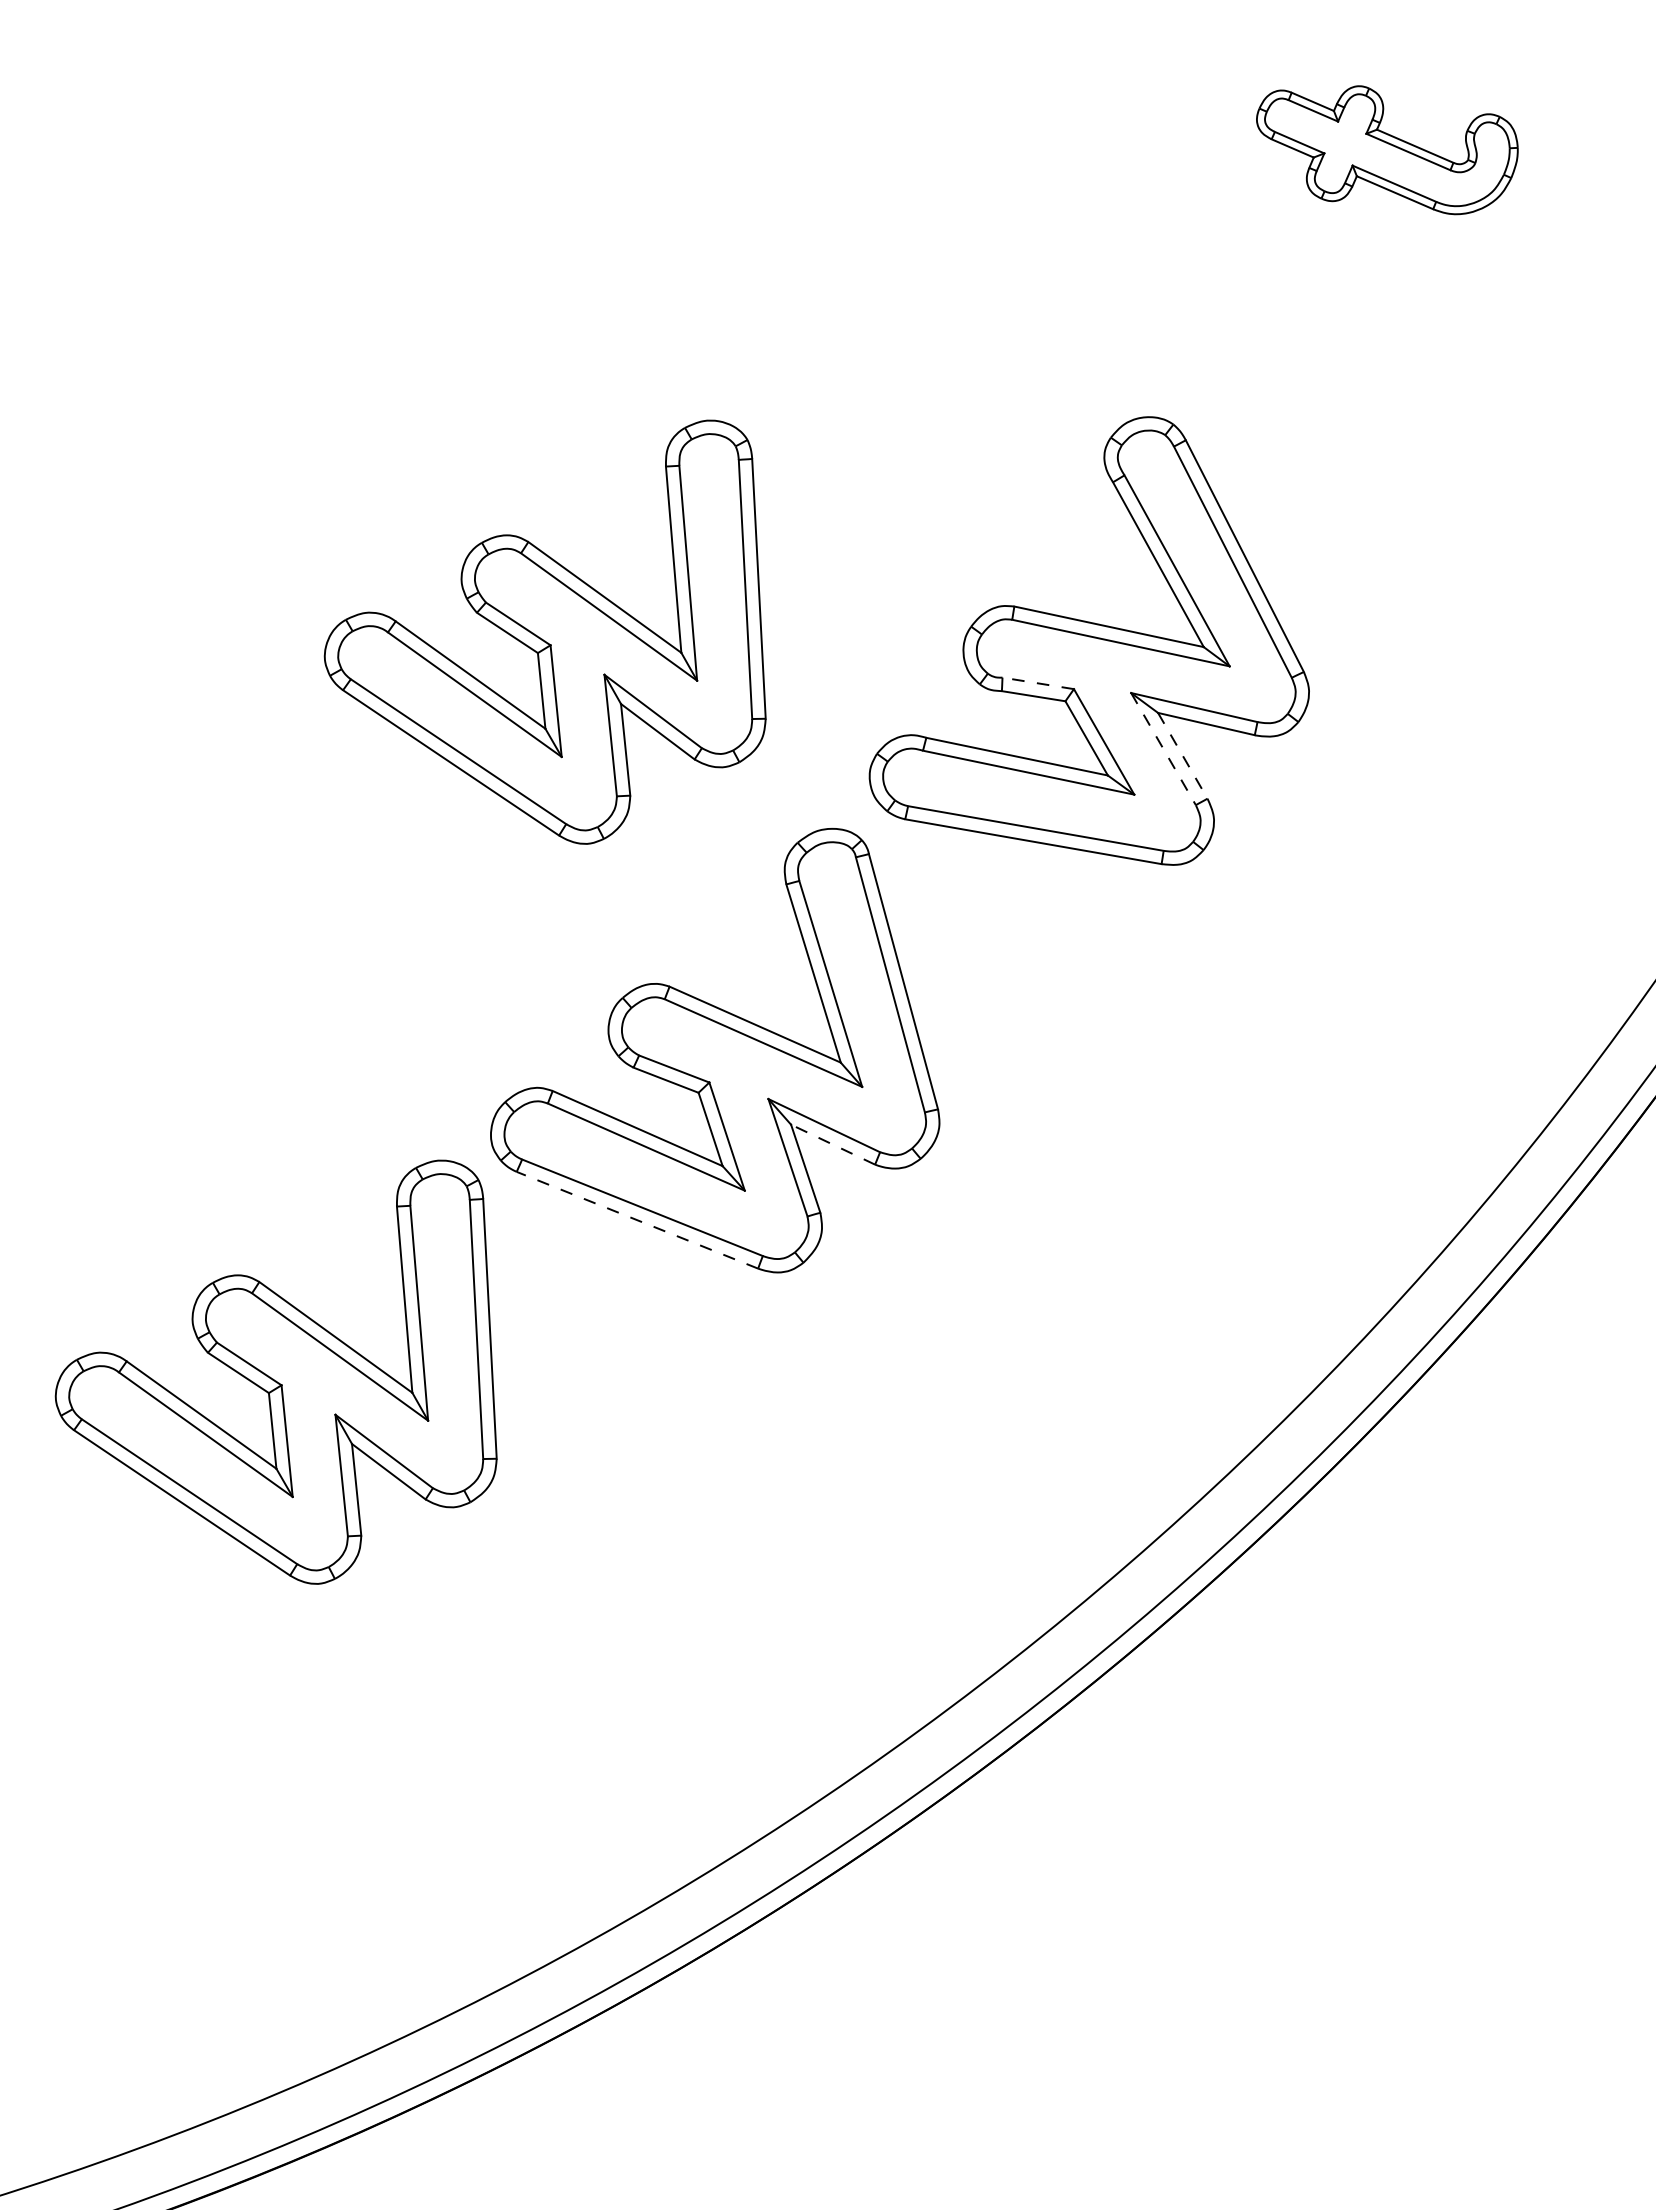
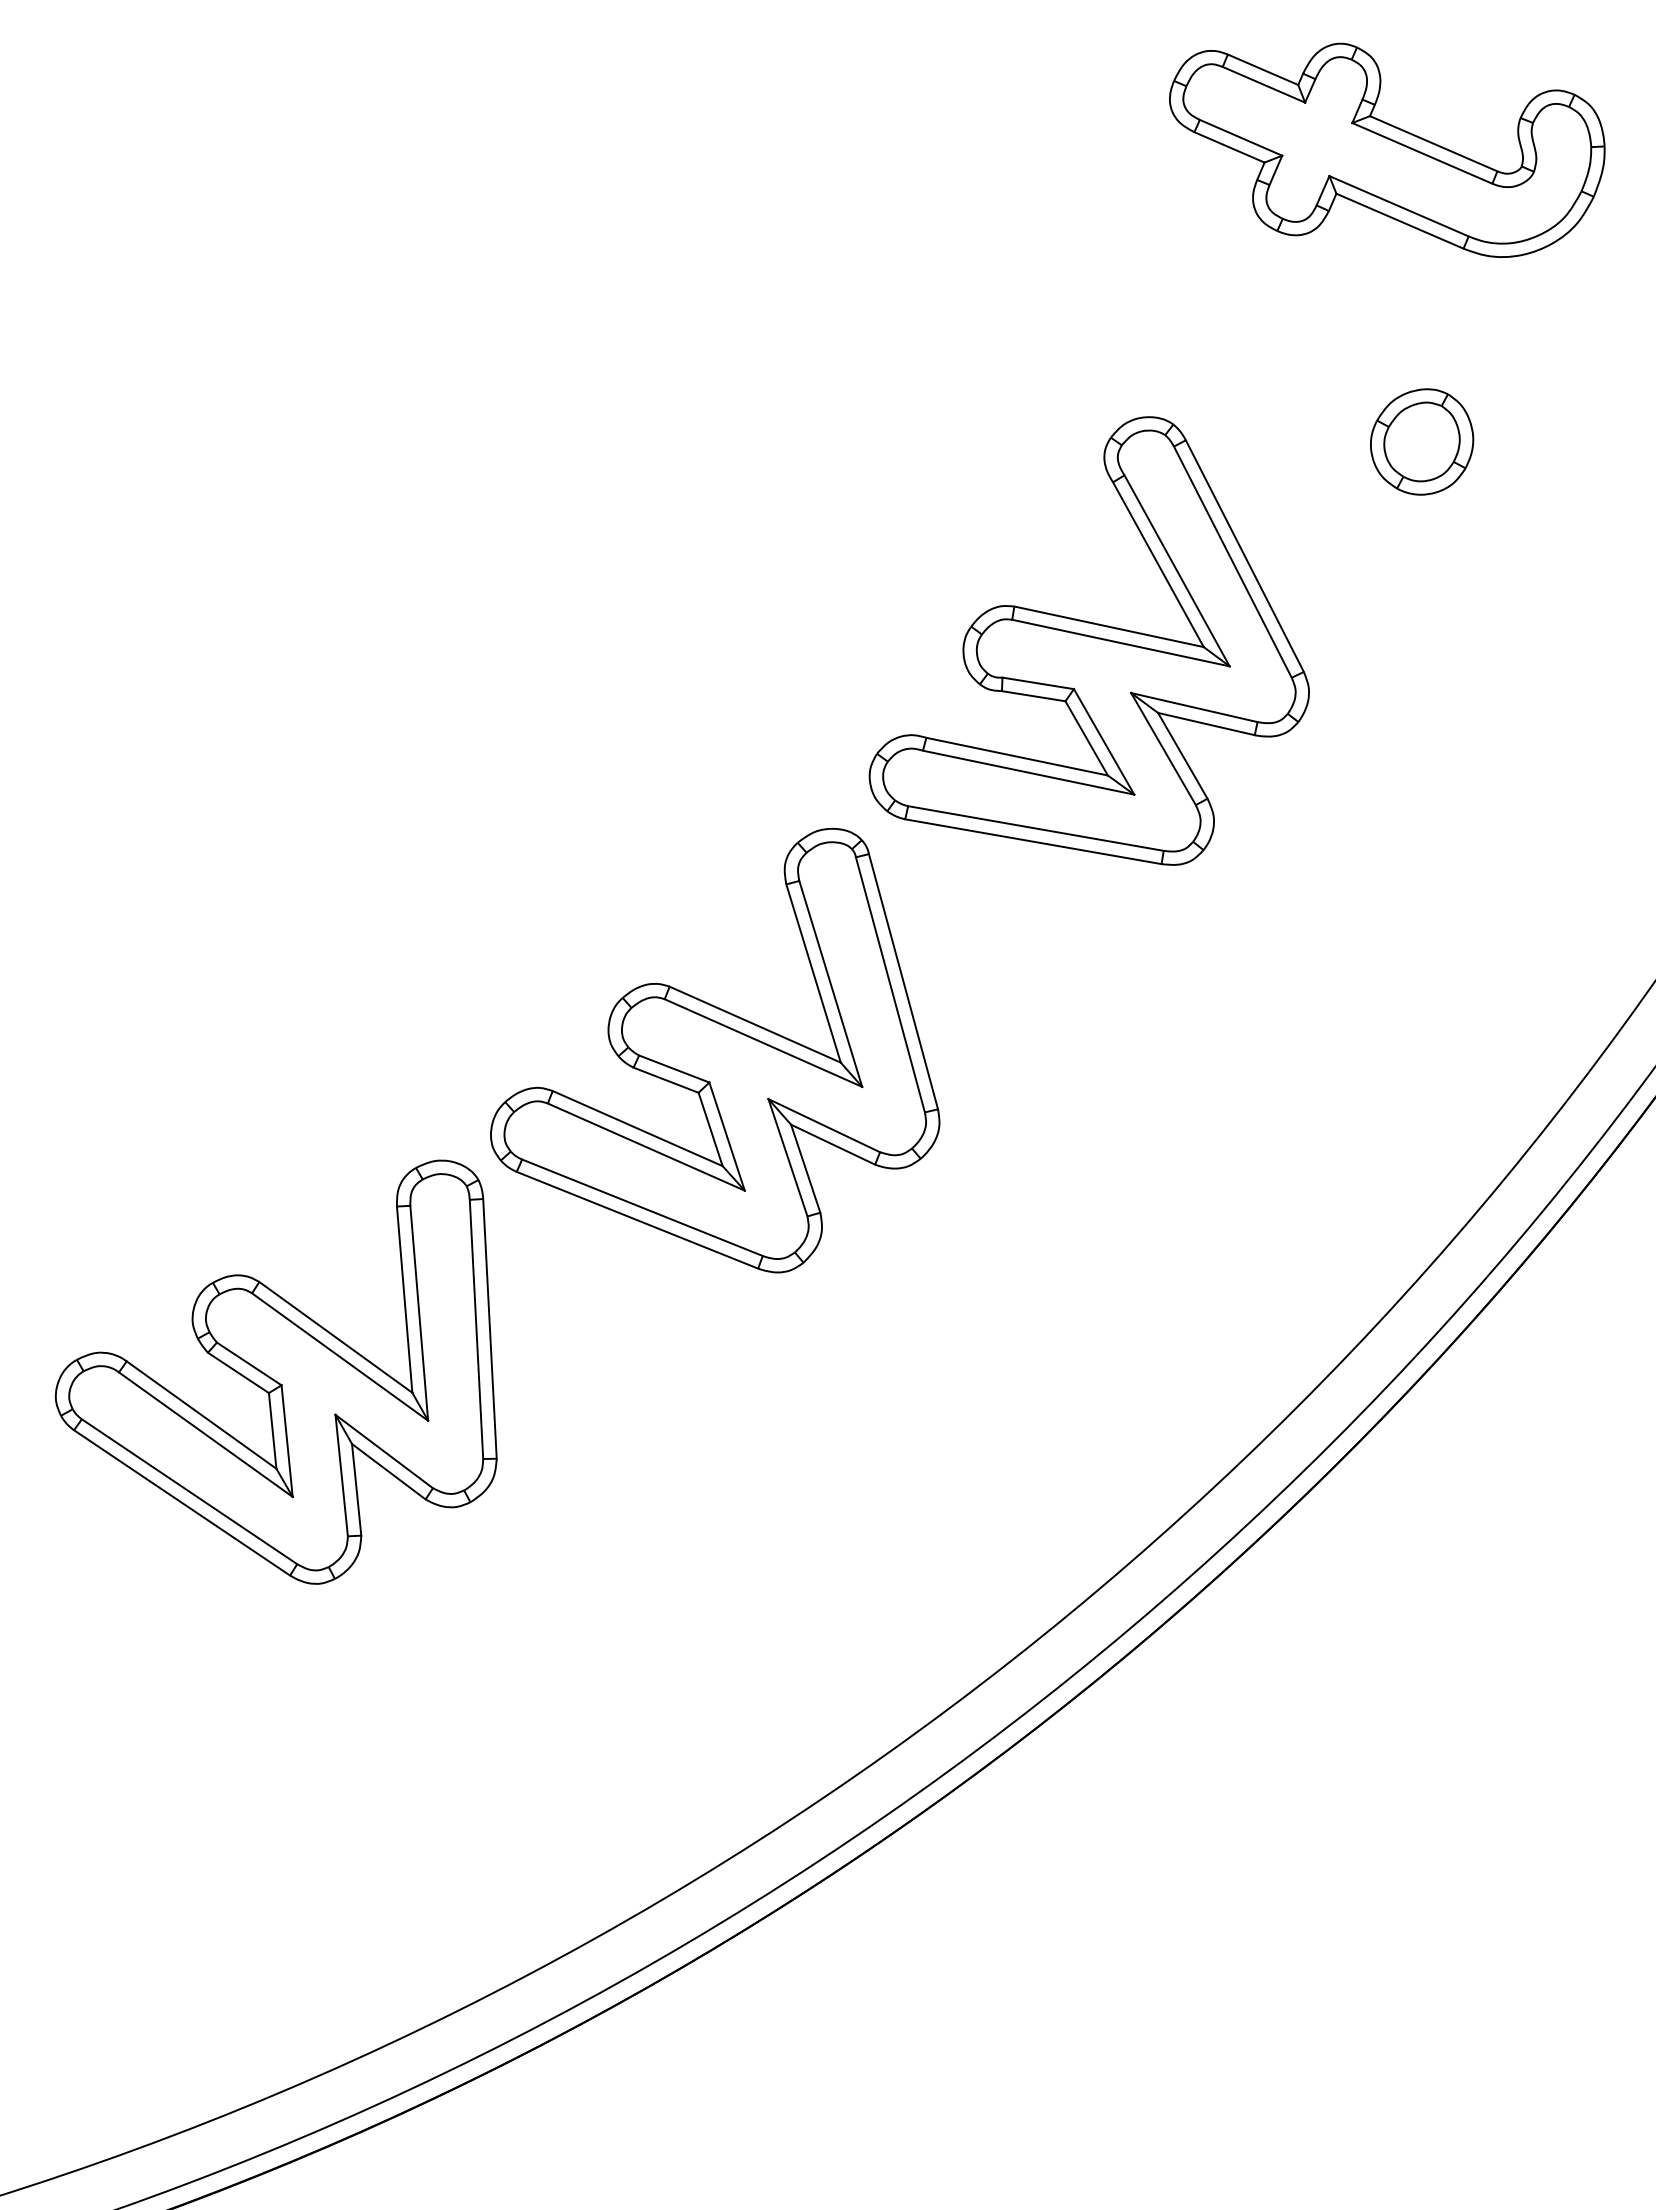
part at (1387, 150) size: 263x131 px -> 437x216 px
part at (1422, 441): none -> present
part at (544, 631): present -> none
line at (1037, 683): dashed -> solid
line at (1163, 749): dashed -> solid
line at (1183, 756): dashed -> solid
line at (832, 1144): dashed -> solid
line at (637, 1220): dashed -> solid
